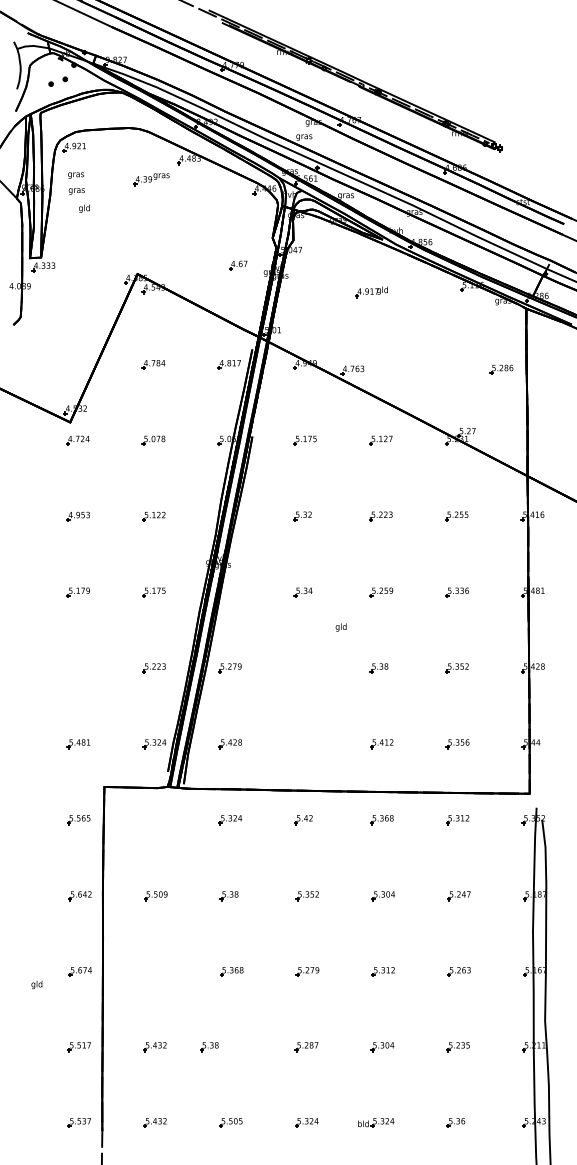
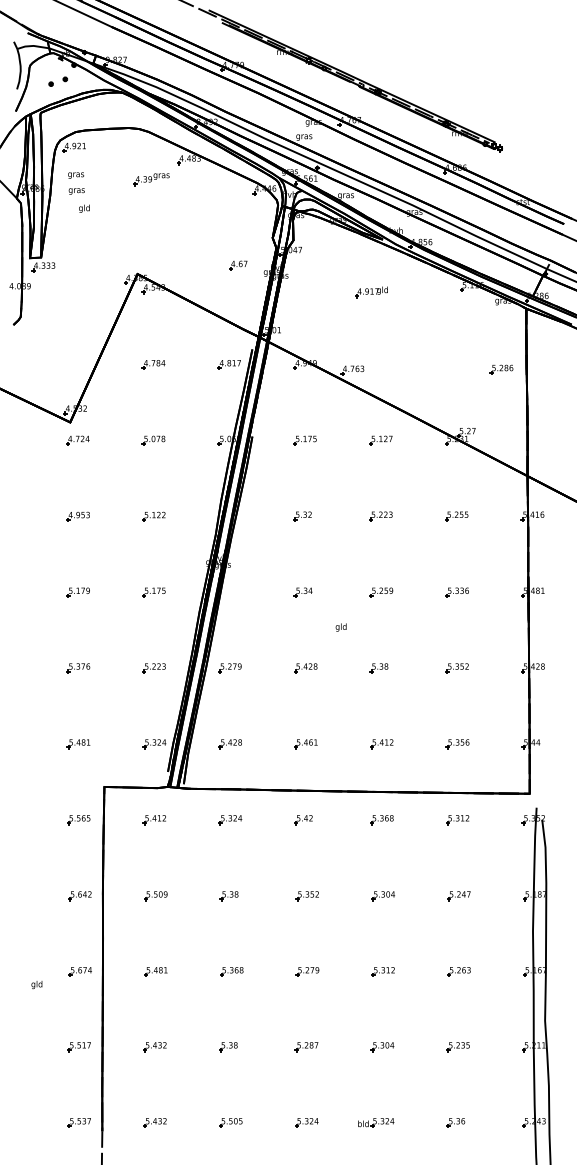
part at (78, 668): none -> present
part at (305, 668): none -> present
part at (305, 744): none -> present
part at (153, 820): none -> present
part at (155, 971): none -> present
part at (209, 1047) position: (209, 1047) -> (228, 1047)
